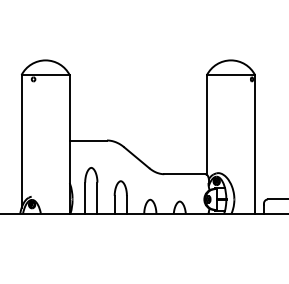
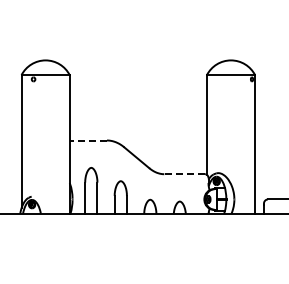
line at (88, 140): solid -> dashed
line at (184, 174): solid -> dashed
